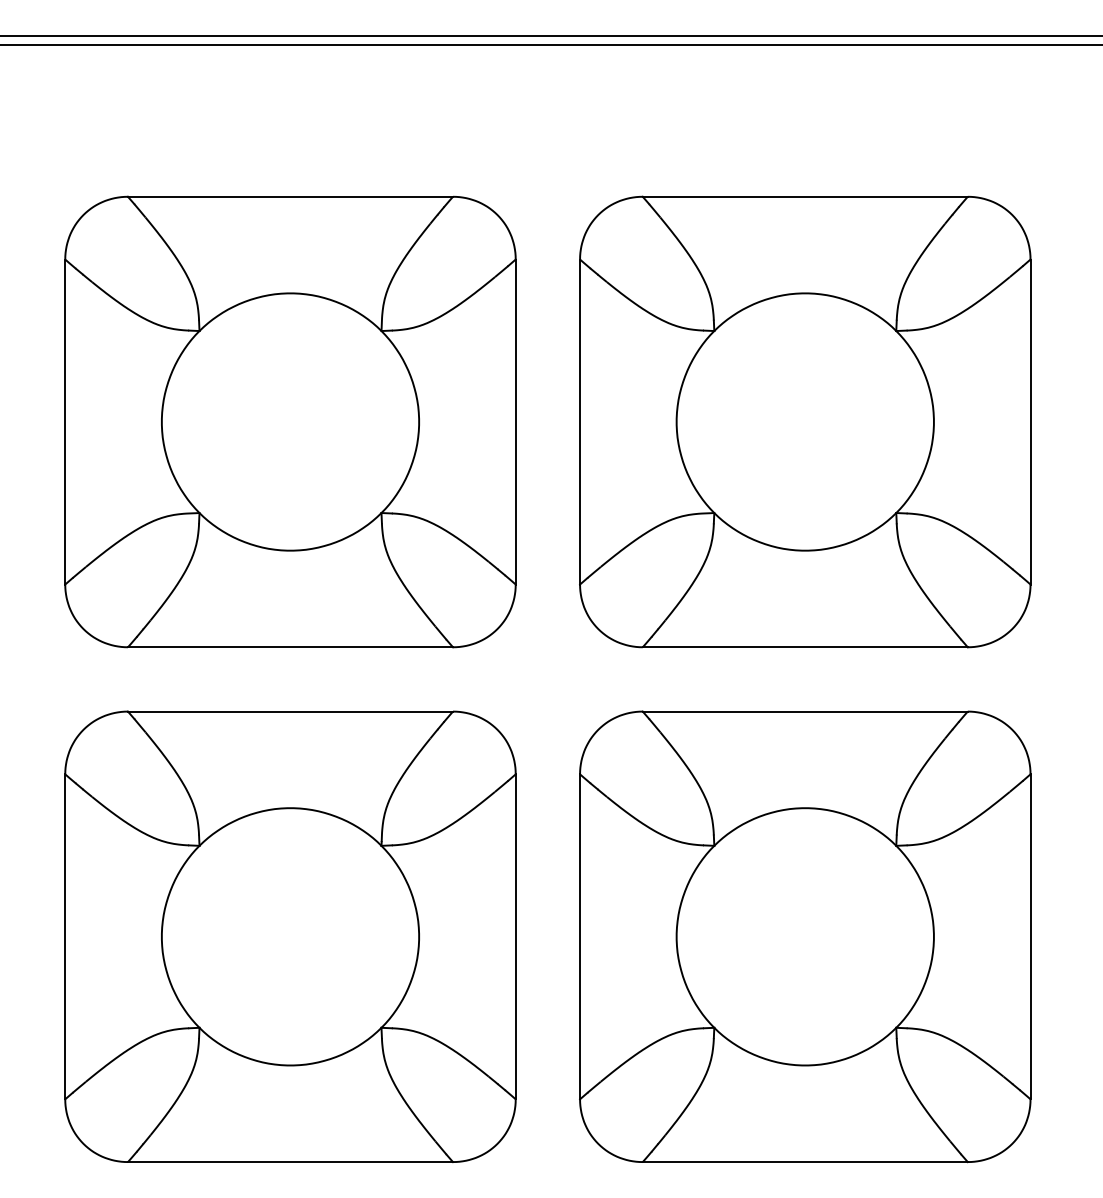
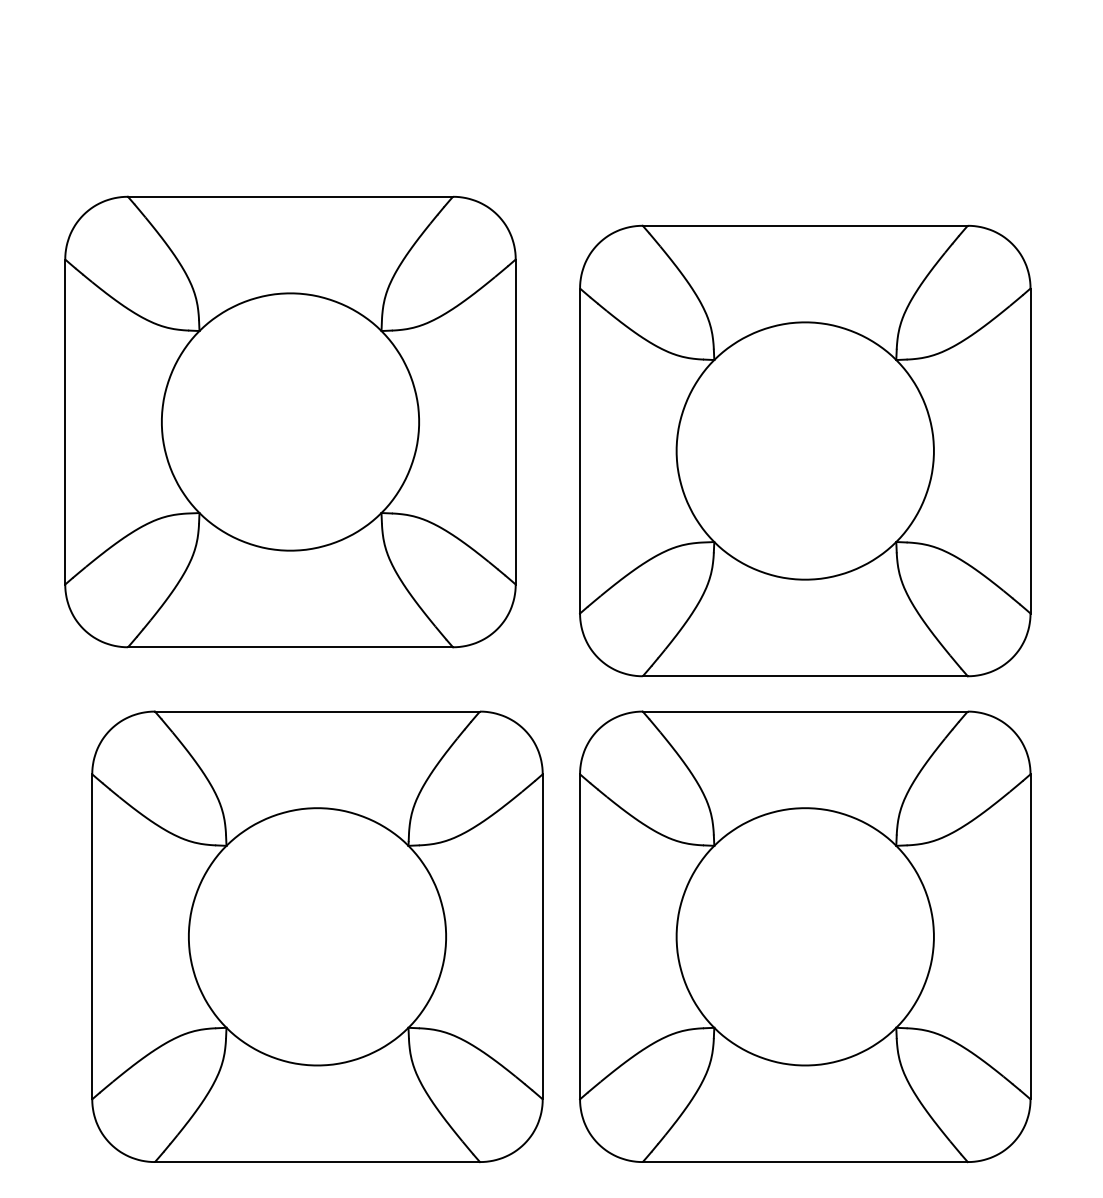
line at (550, 35): present -> none
line at (550, 44): present -> none
part at (805, 421) position: (805, 421) -> (805, 450)
part at (290, 936) position: (290, 936) -> (317, 936)
